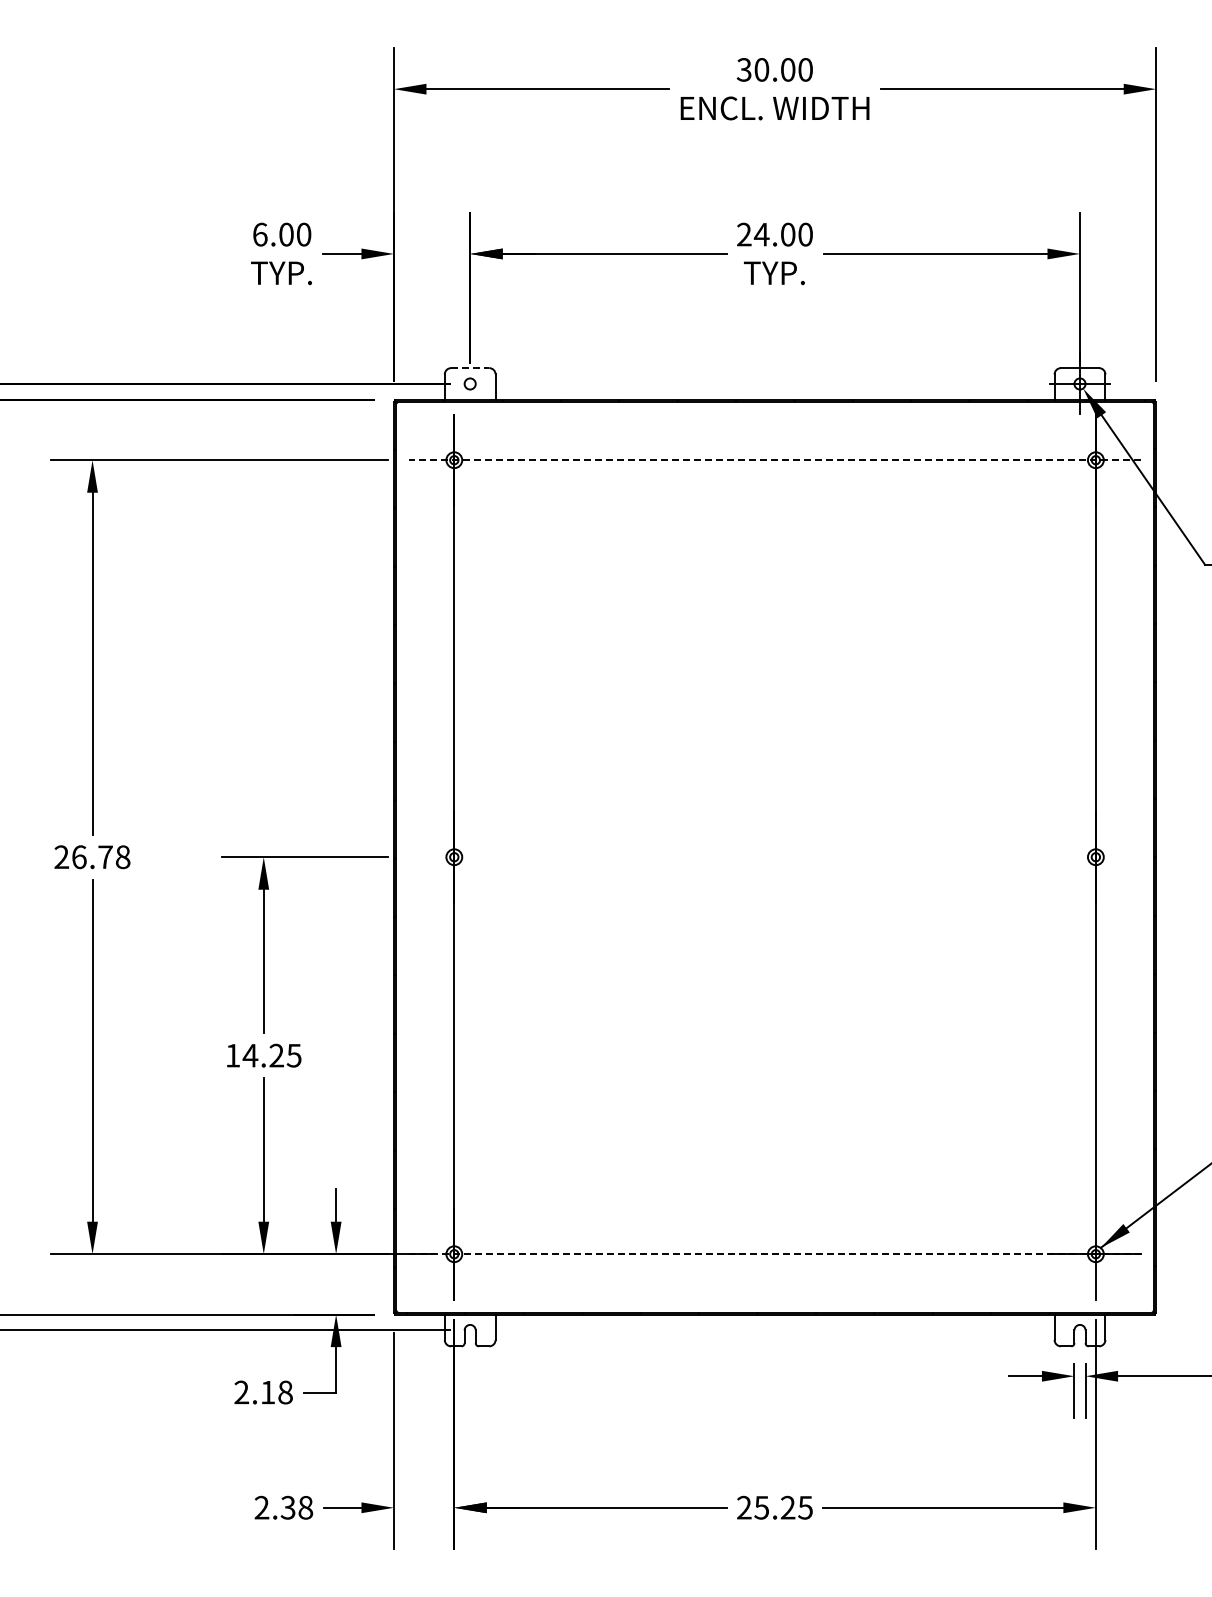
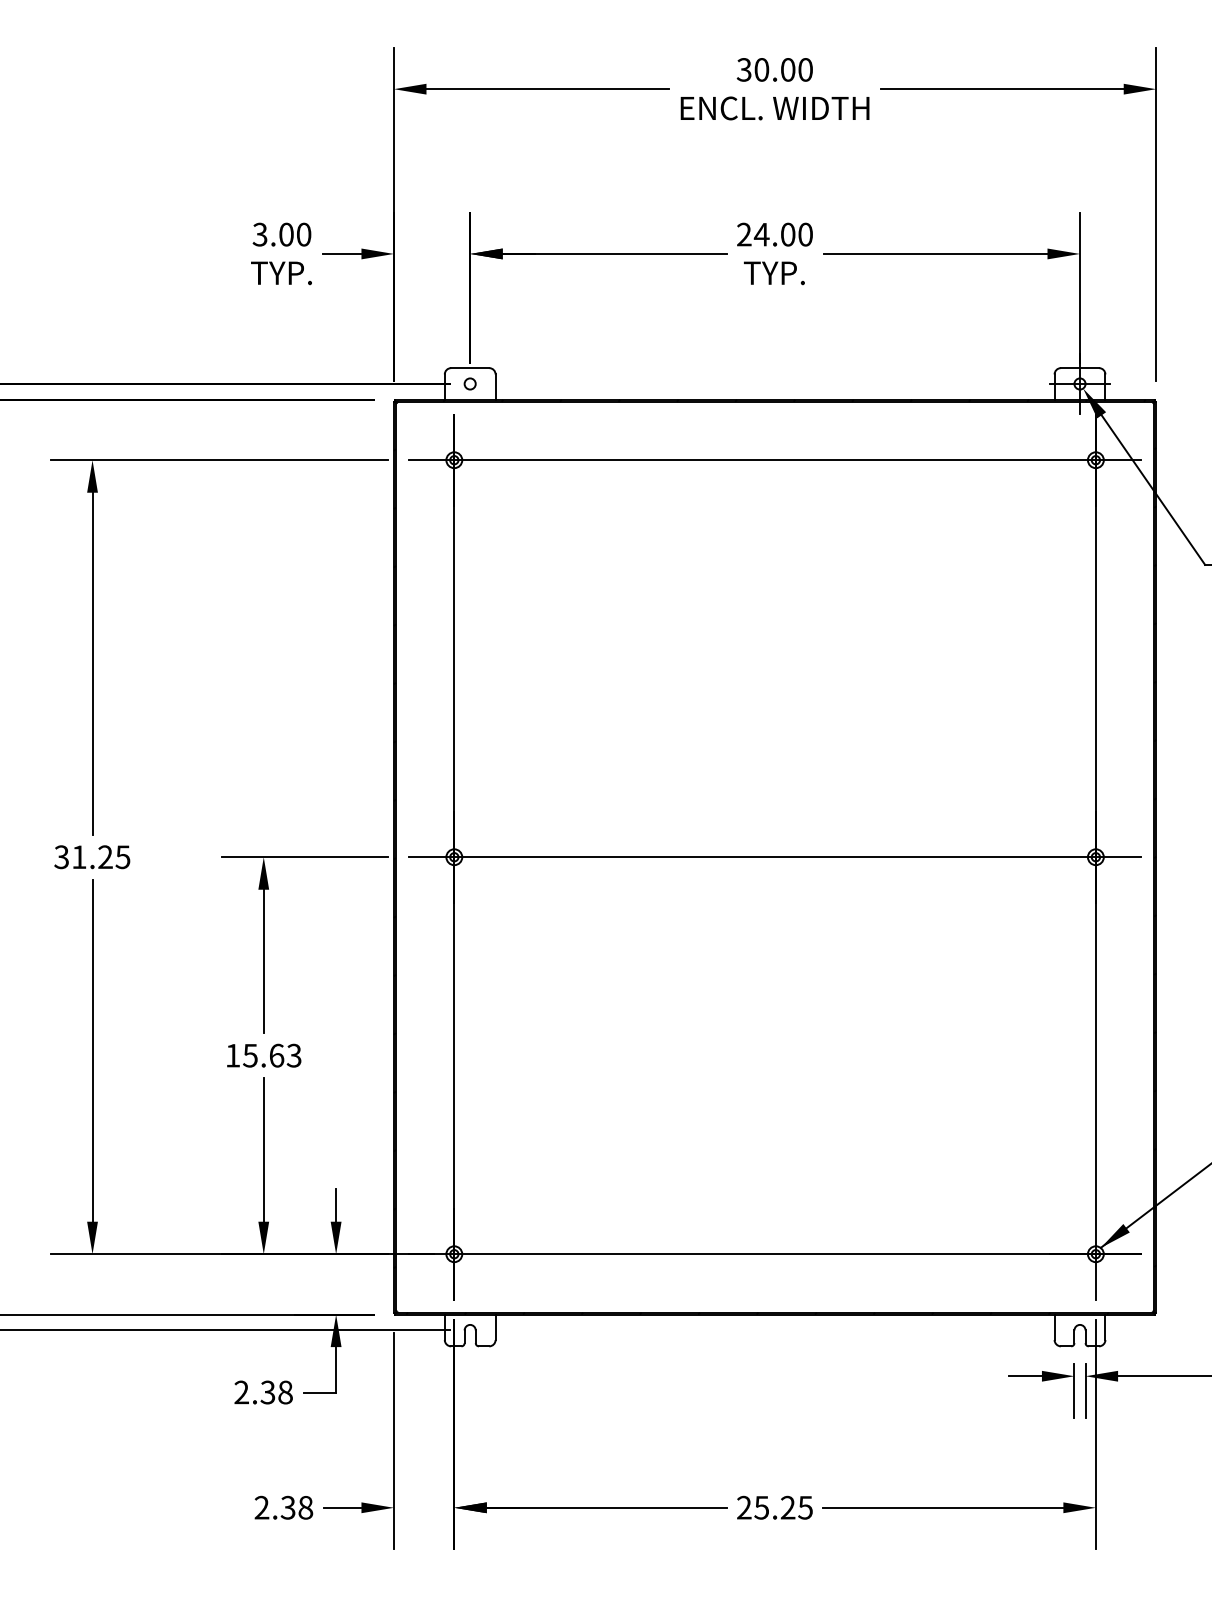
text at (259, 234): 6.00 -> 3.00
line at (470, 368): dashed -> solid
line at (774, 460): dashed -> solid
text at (92, 857): 26.78 -> 31.25
line at (774, 857): none -> present
text at (271, 1055): 14.25 -> 15.63
line at (775, 1254): dashed -> solid
text at (267, 1392): 2.18 -> 2.38
